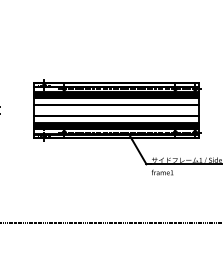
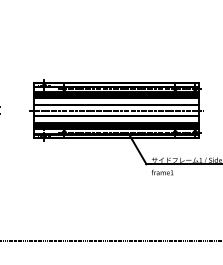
line at (116, 110): none -> present
line at (110, 222) position: (110, 222) -> (110, 240)
